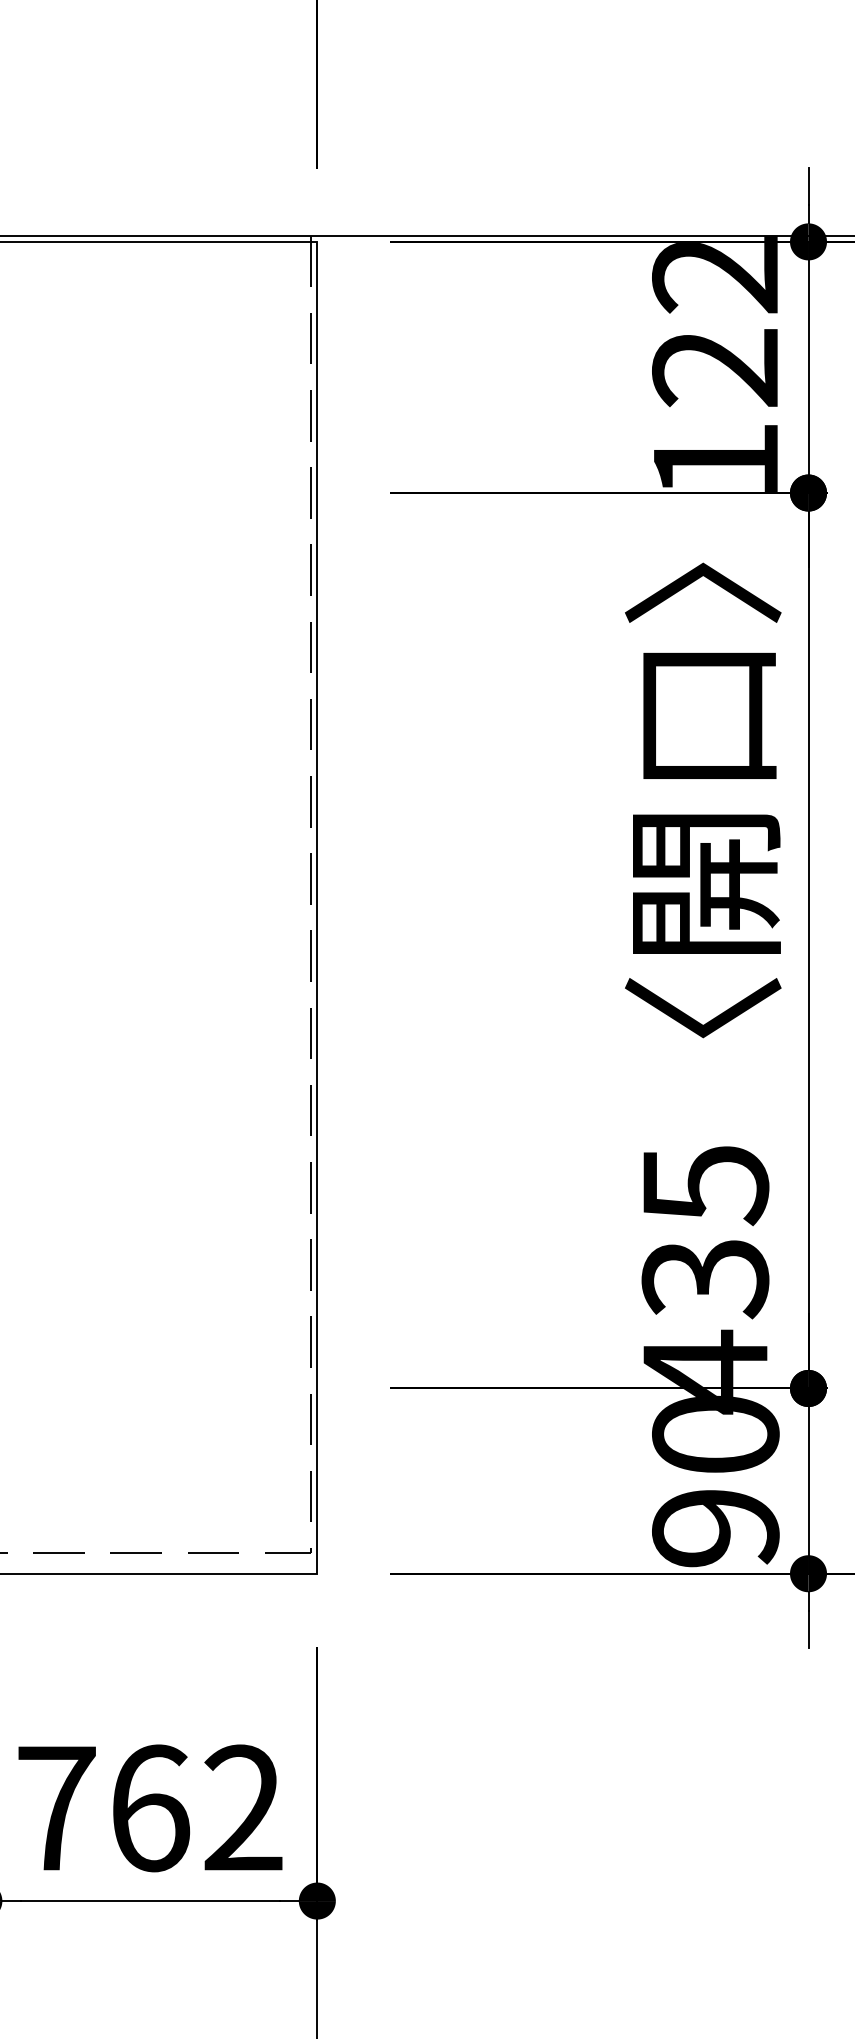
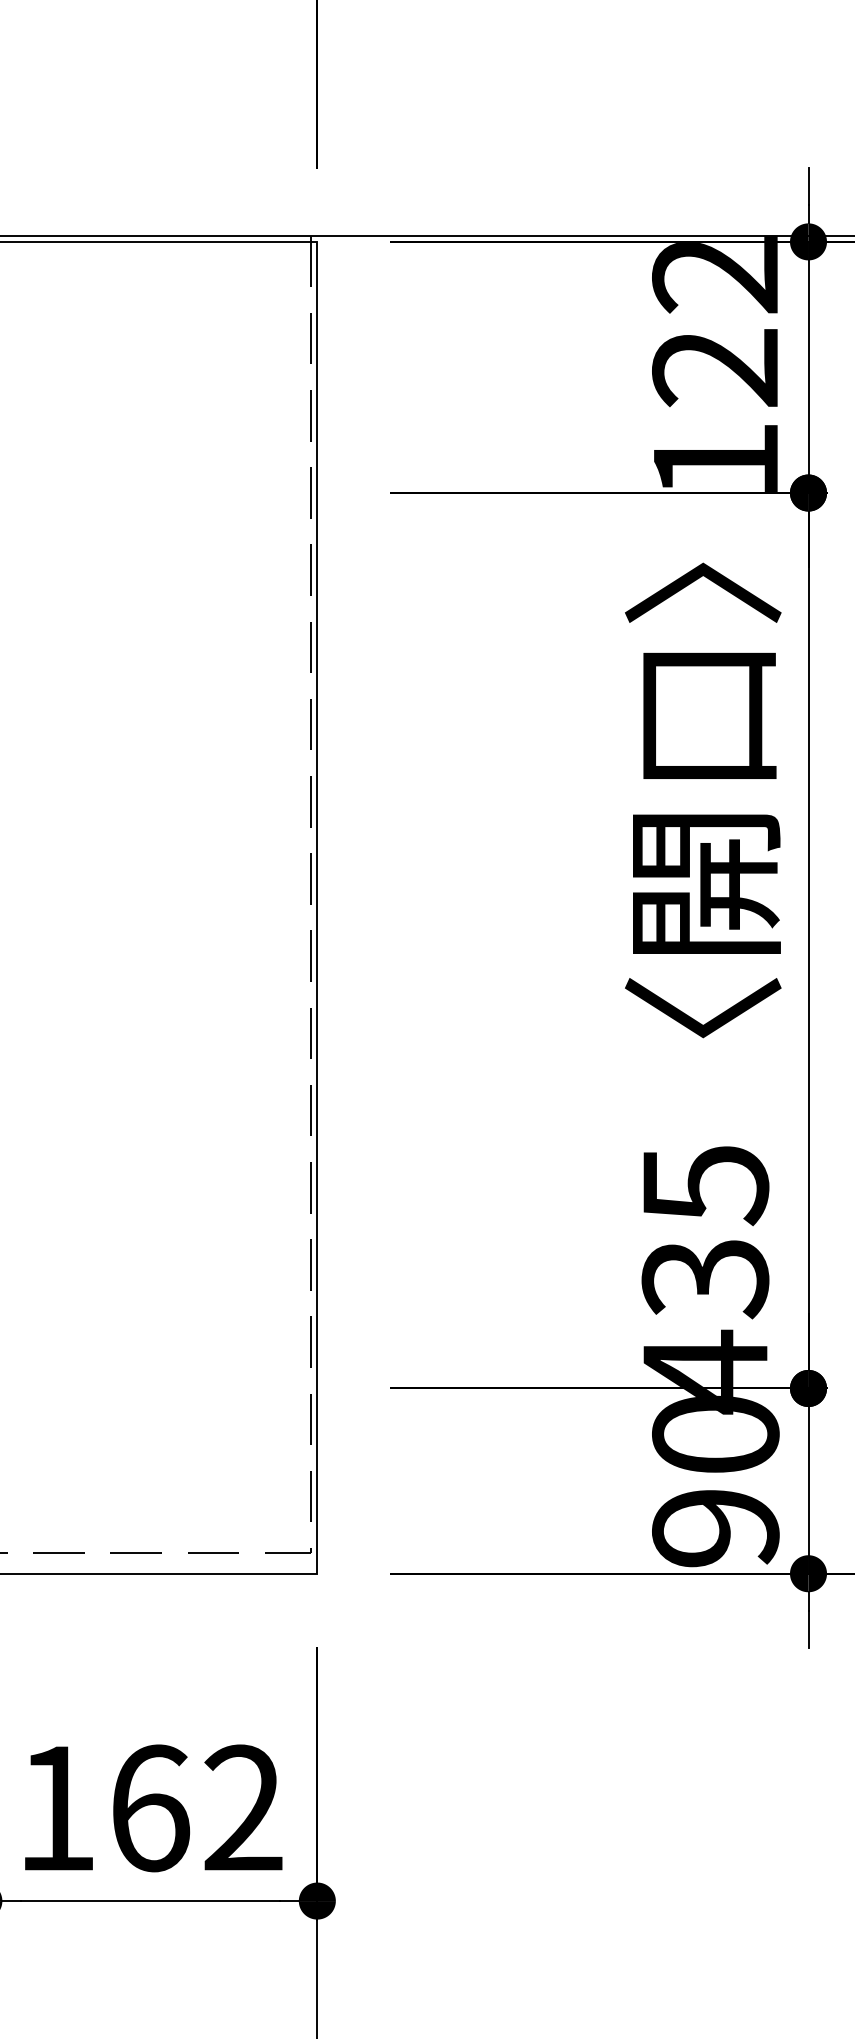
text at (56, 1808): 762 -> 162
